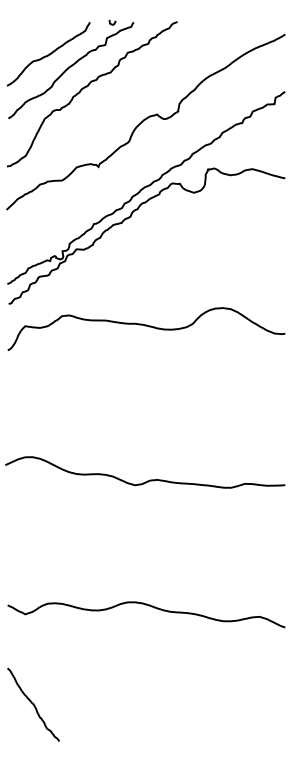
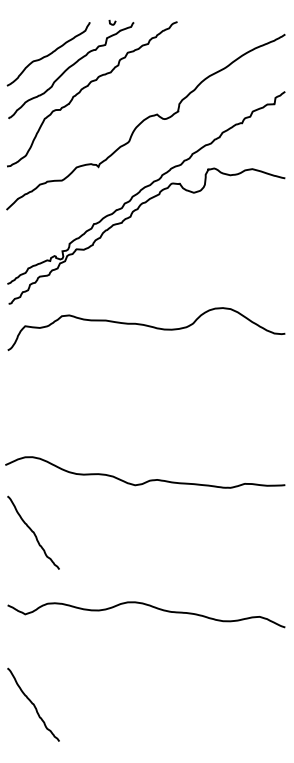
curve at (33, 532): none -> present
